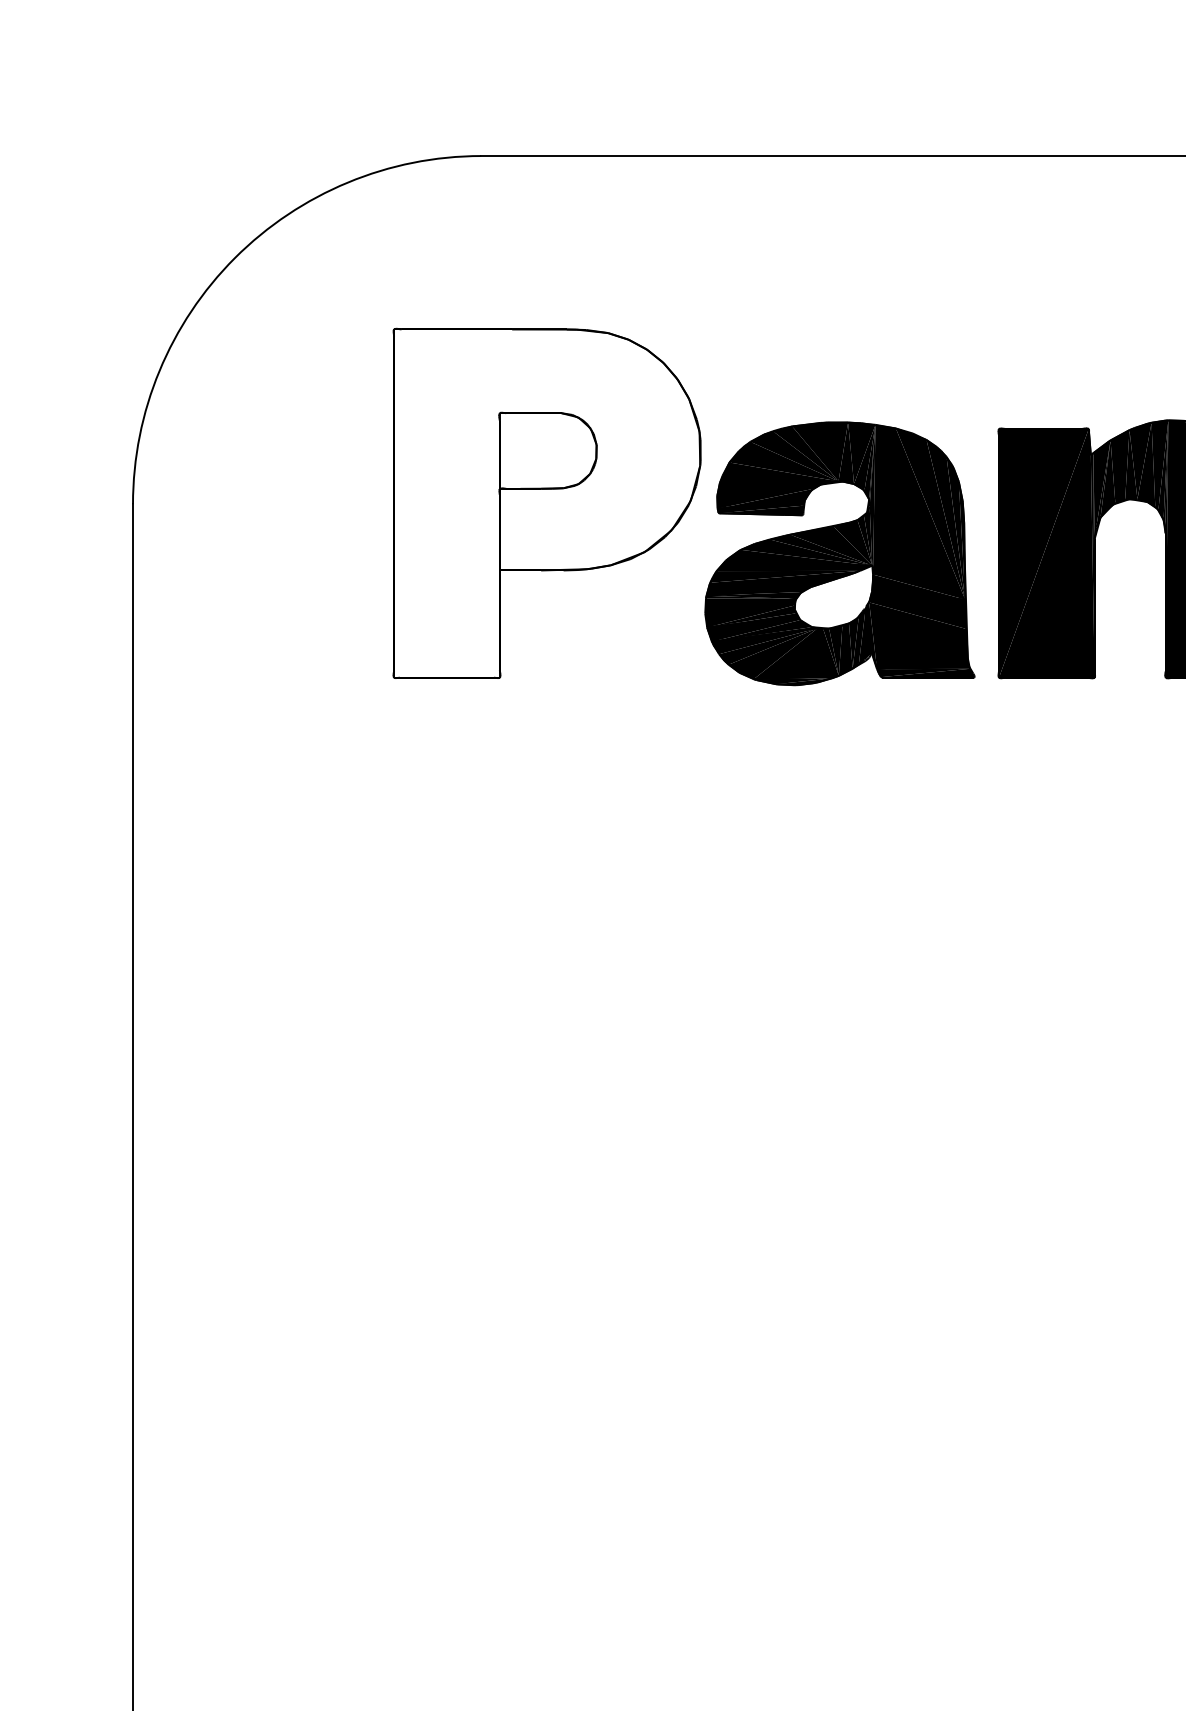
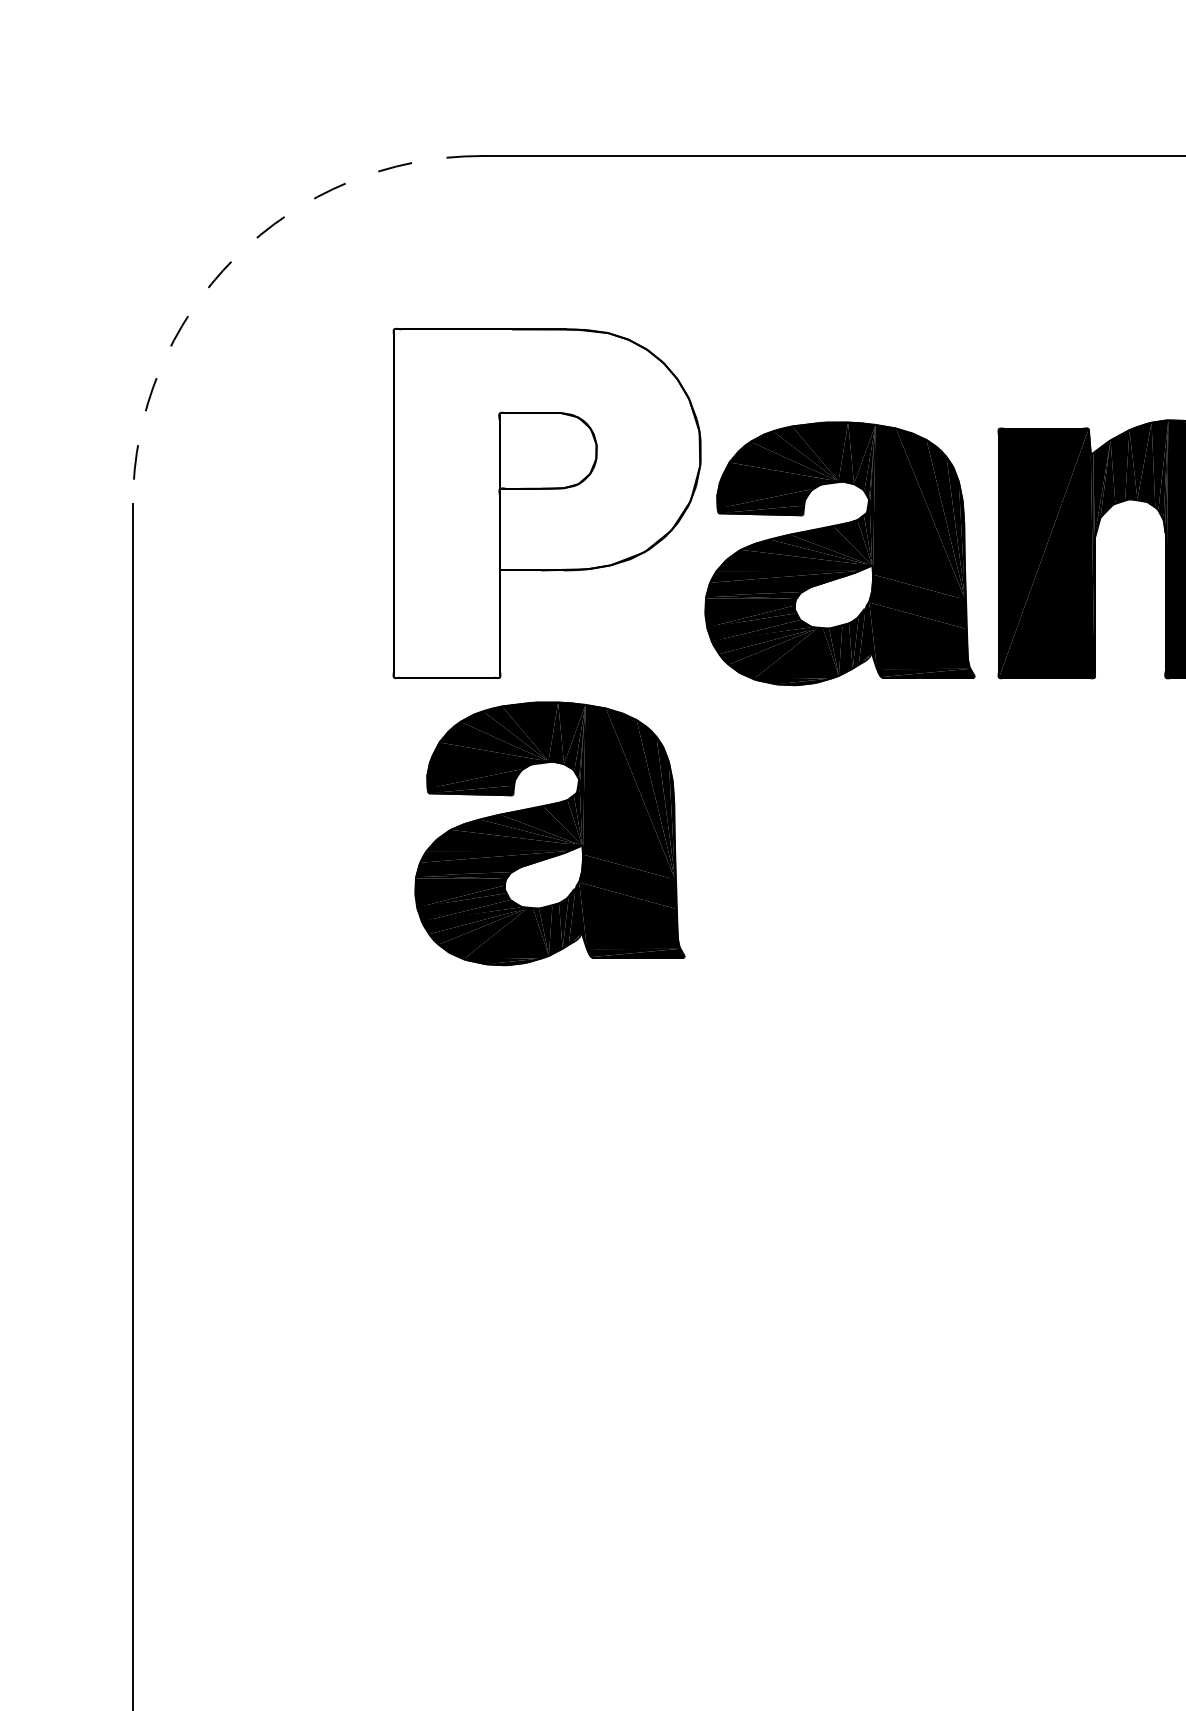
arc at (235, 258): solid -> dashed
part at (549, 833): none -> present
